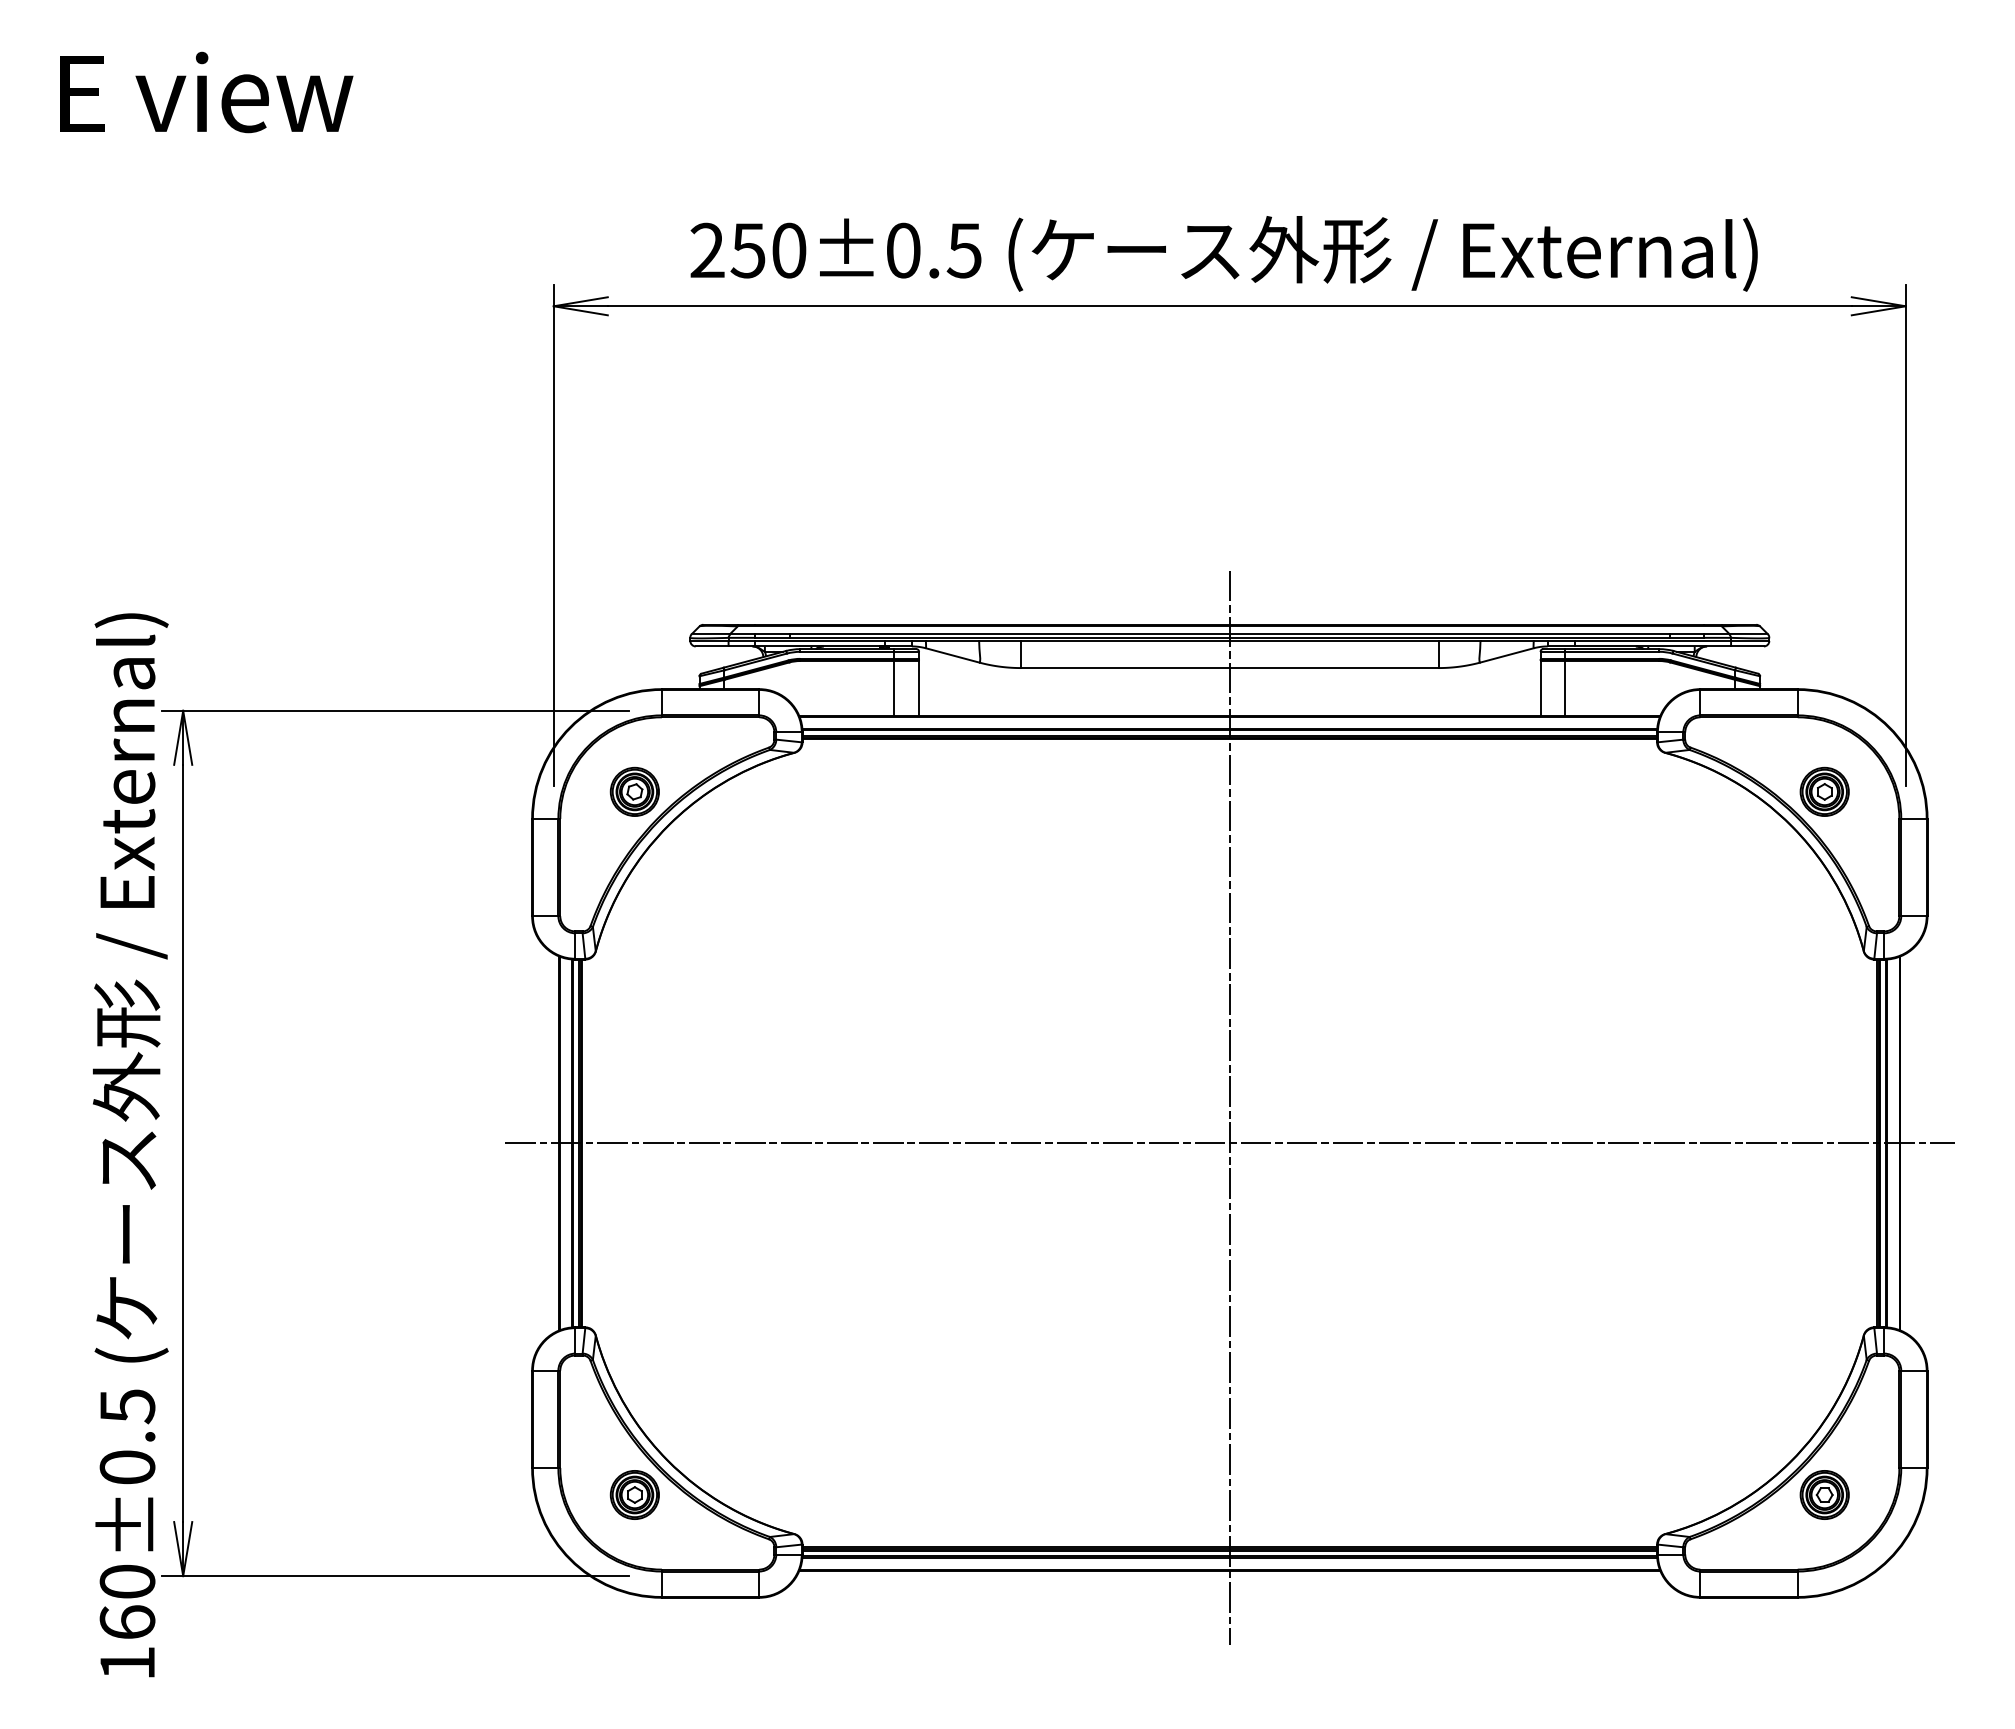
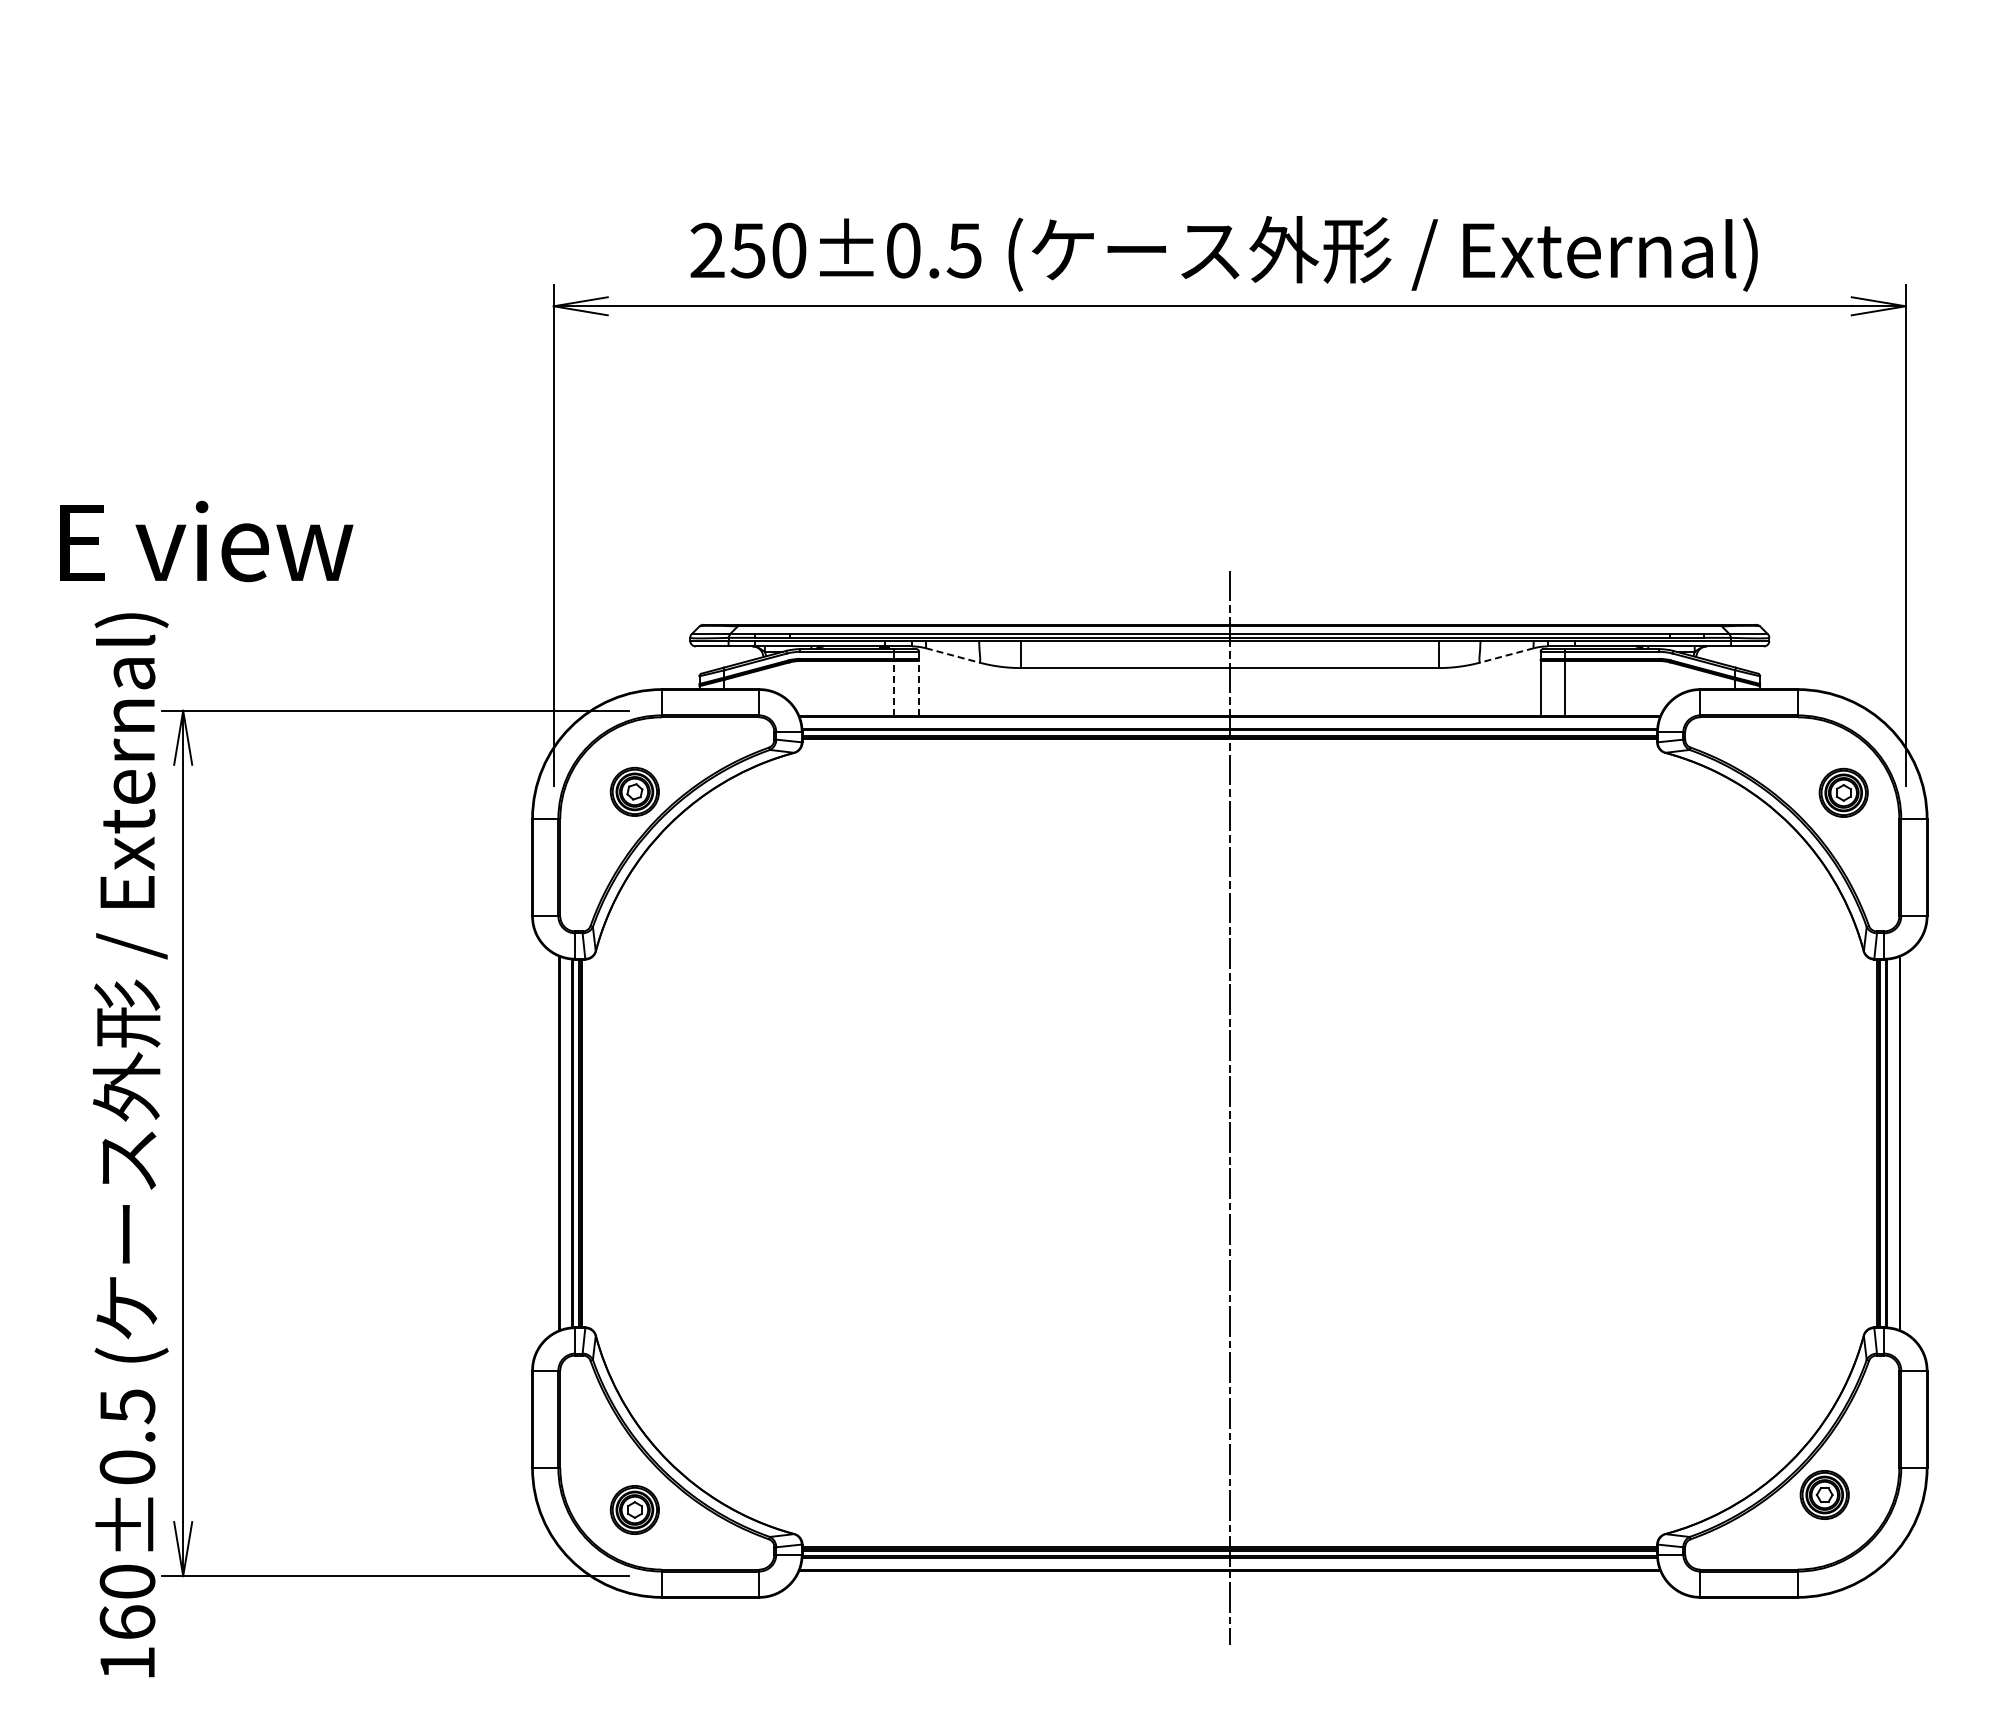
text at (206, 92) position: (206, 92) -> (206, 541)
line at (952, 655): solid -> dashed
line at (1507, 655): solid -> dashed
line at (894, 688): solid -> dashed
line at (919, 688): solid -> dashed
part at (1824, 791) position: (1824, 791) -> (1843, 792)
line at (1229, 1143): present -> none
part at (634, 1494) position: (634, 1494) -> (634, 1509)
